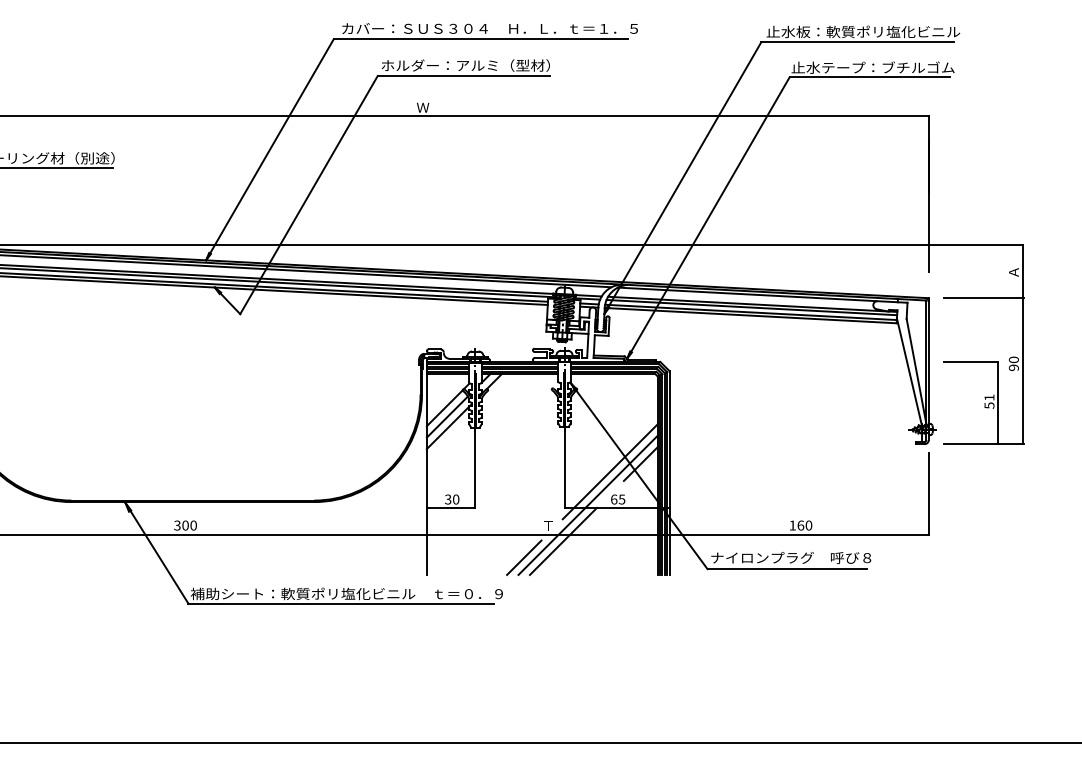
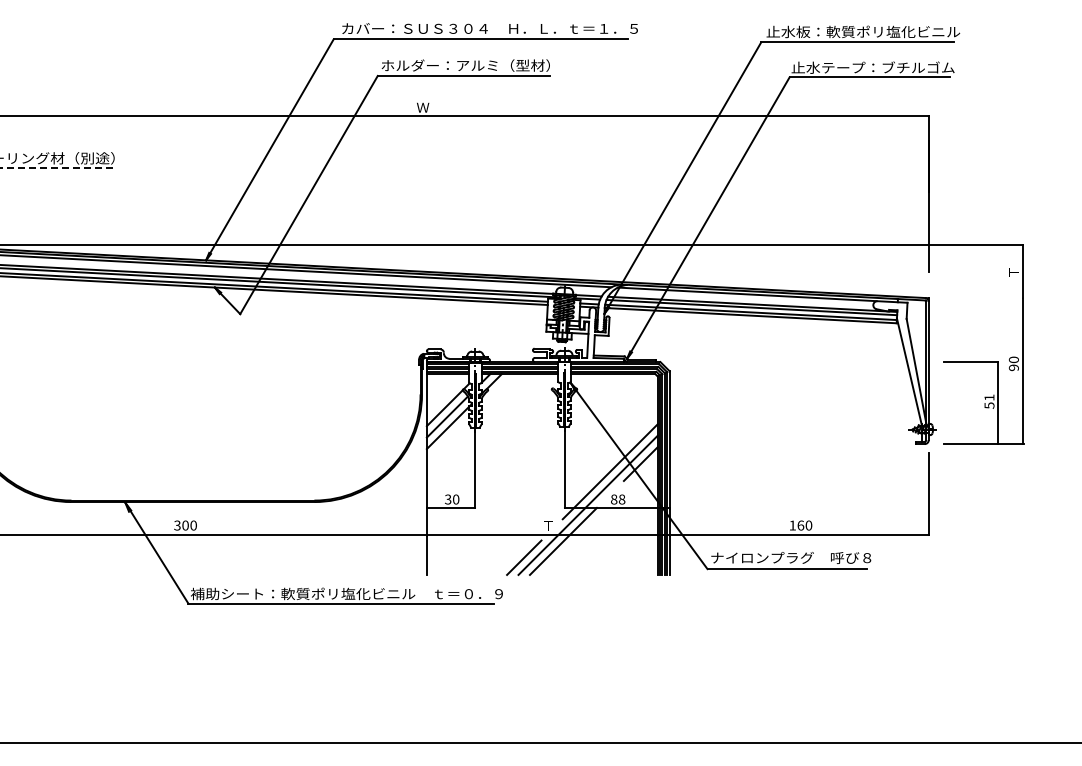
line at (56, 168): solid -> dashed
text at (1013, 272): Ａ -> Ｔ
line at (983, 298): present -> none
text at (618, 499): 65 -> 88
